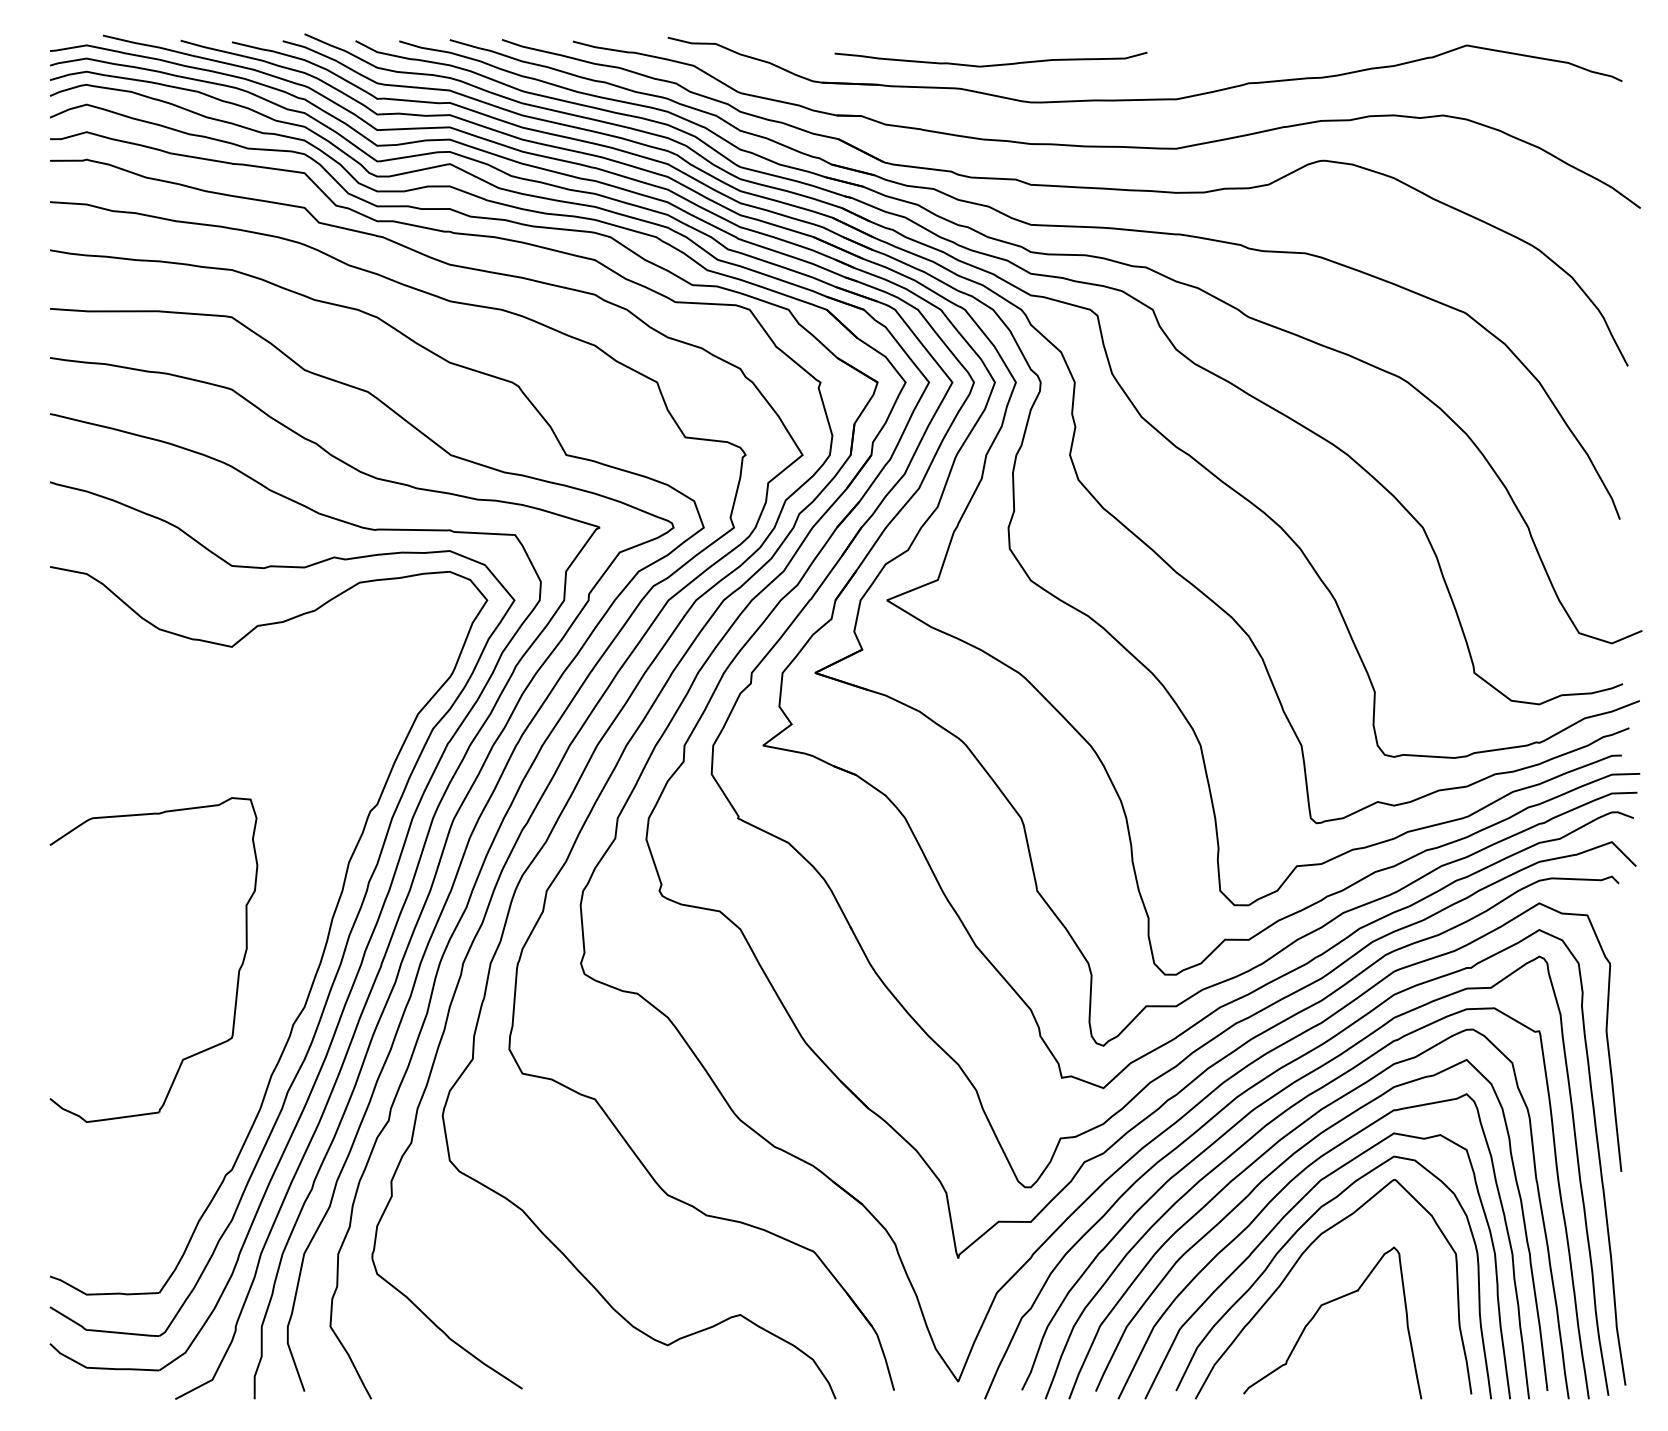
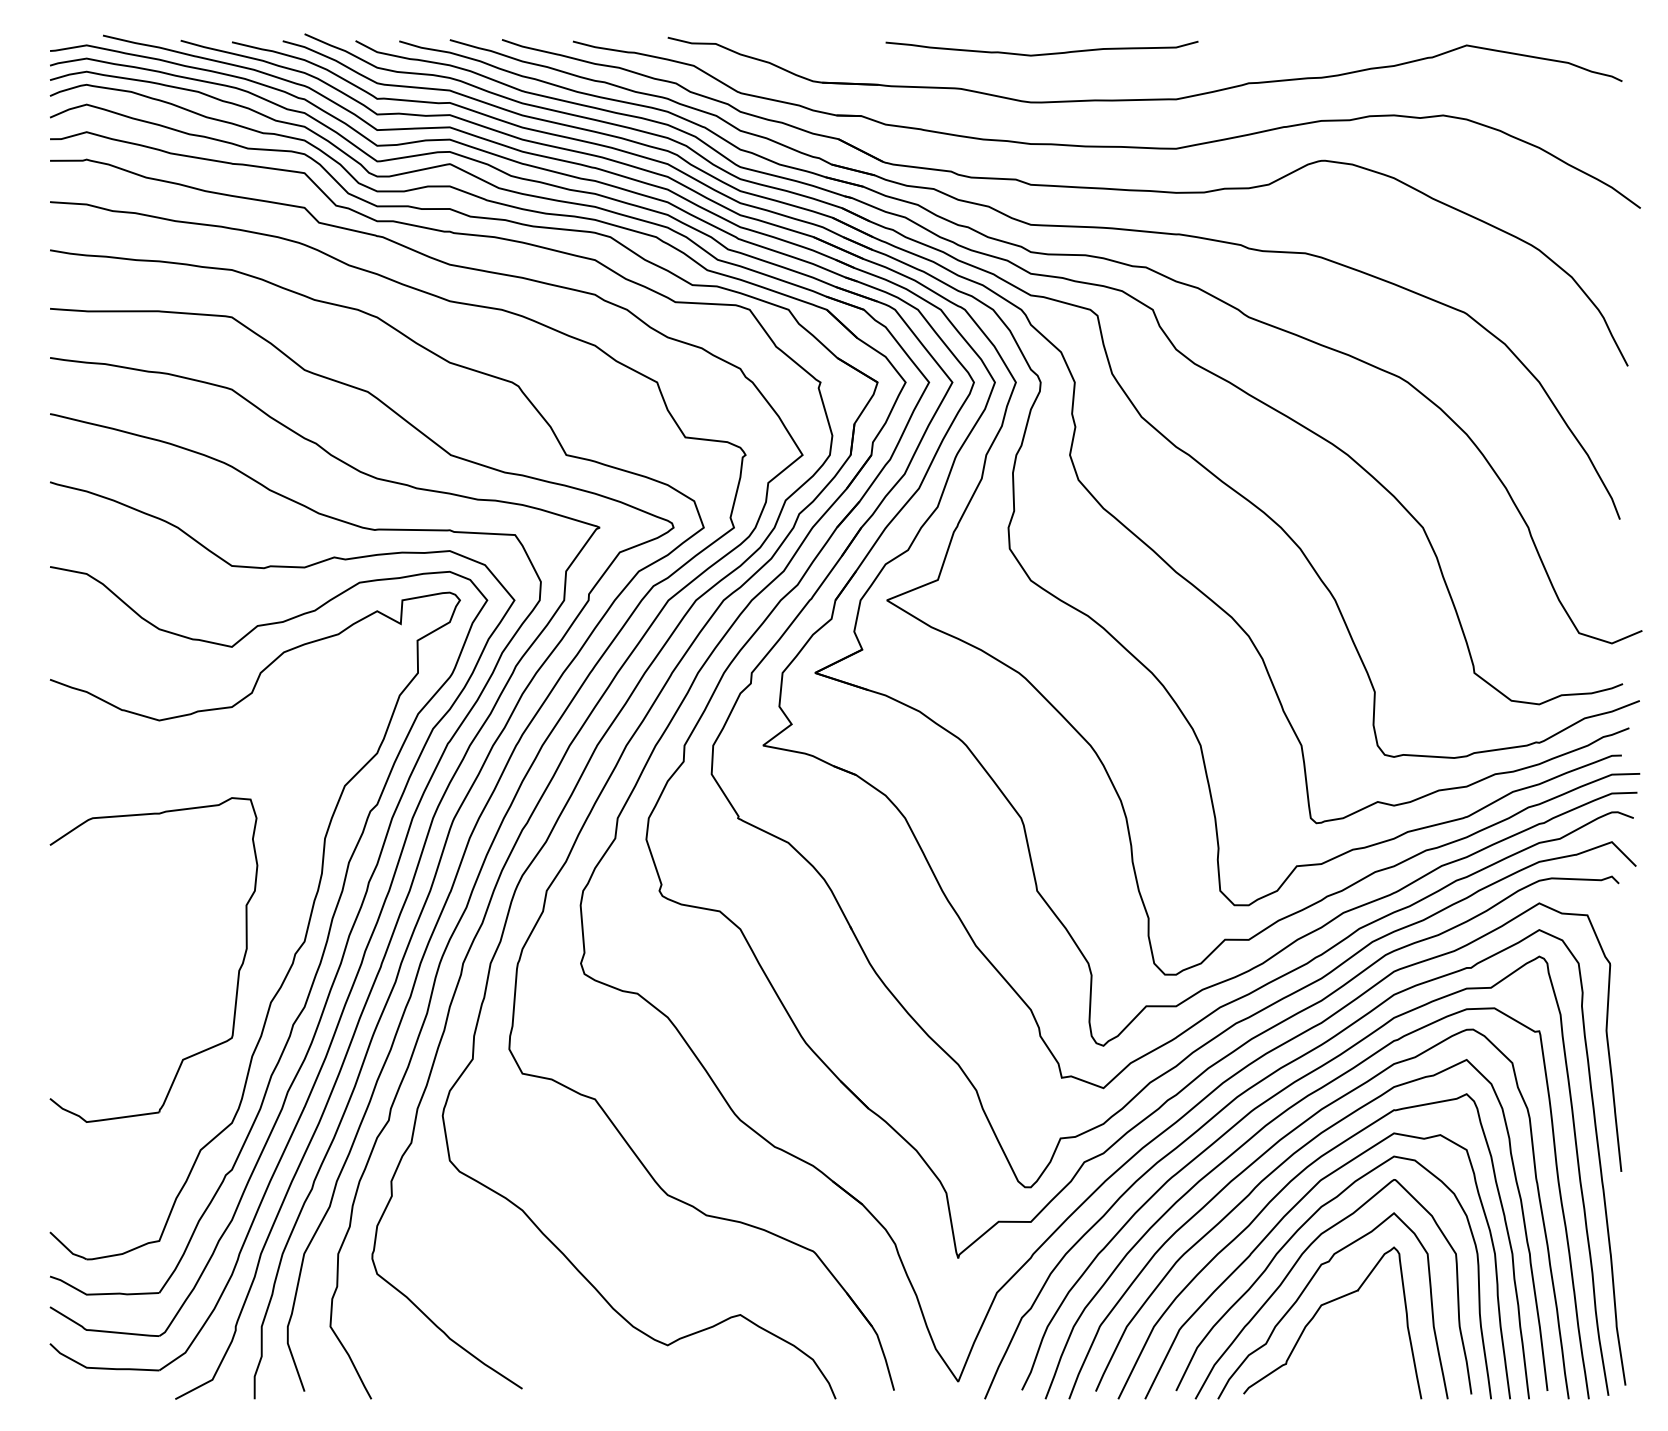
curve at (990, 64) position: (990, 64) -> (1041, 53)
part at (294, 953): none -> present
curve at (1306, 1288): none -> present
